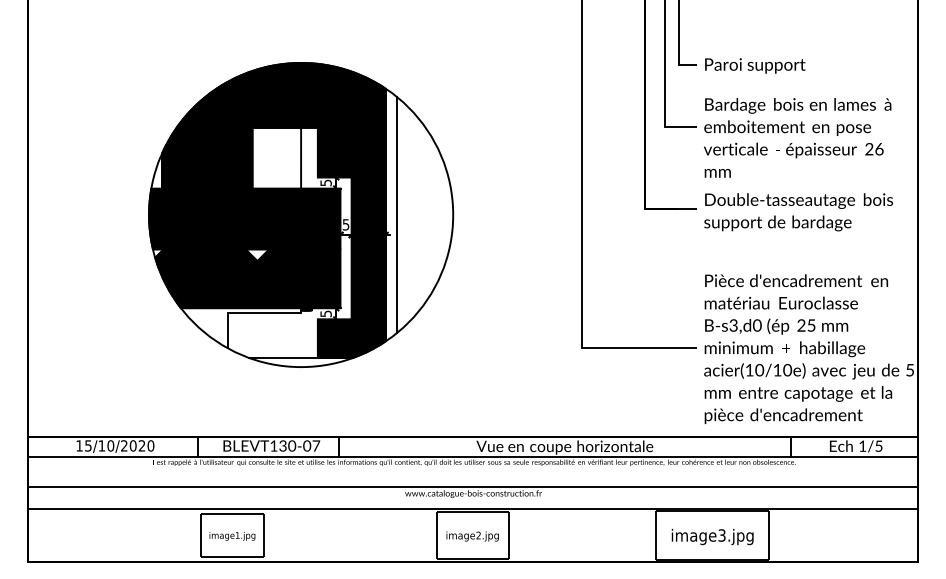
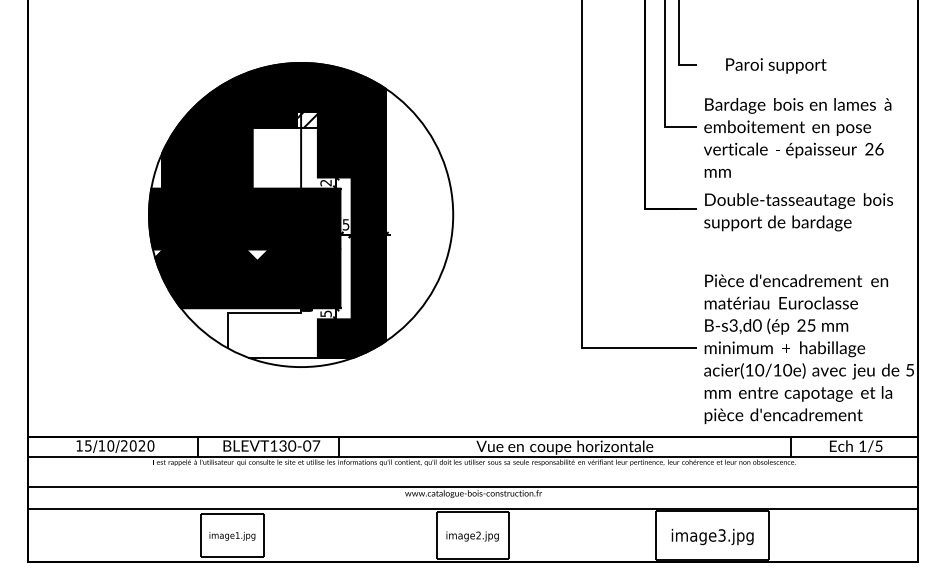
text at (755, 65) position: (755, 65) -> (776, 65)
fill at (306, 119): present -> none
text at (325, 182): 5 -> 2
line at (396, 214): present -> none
